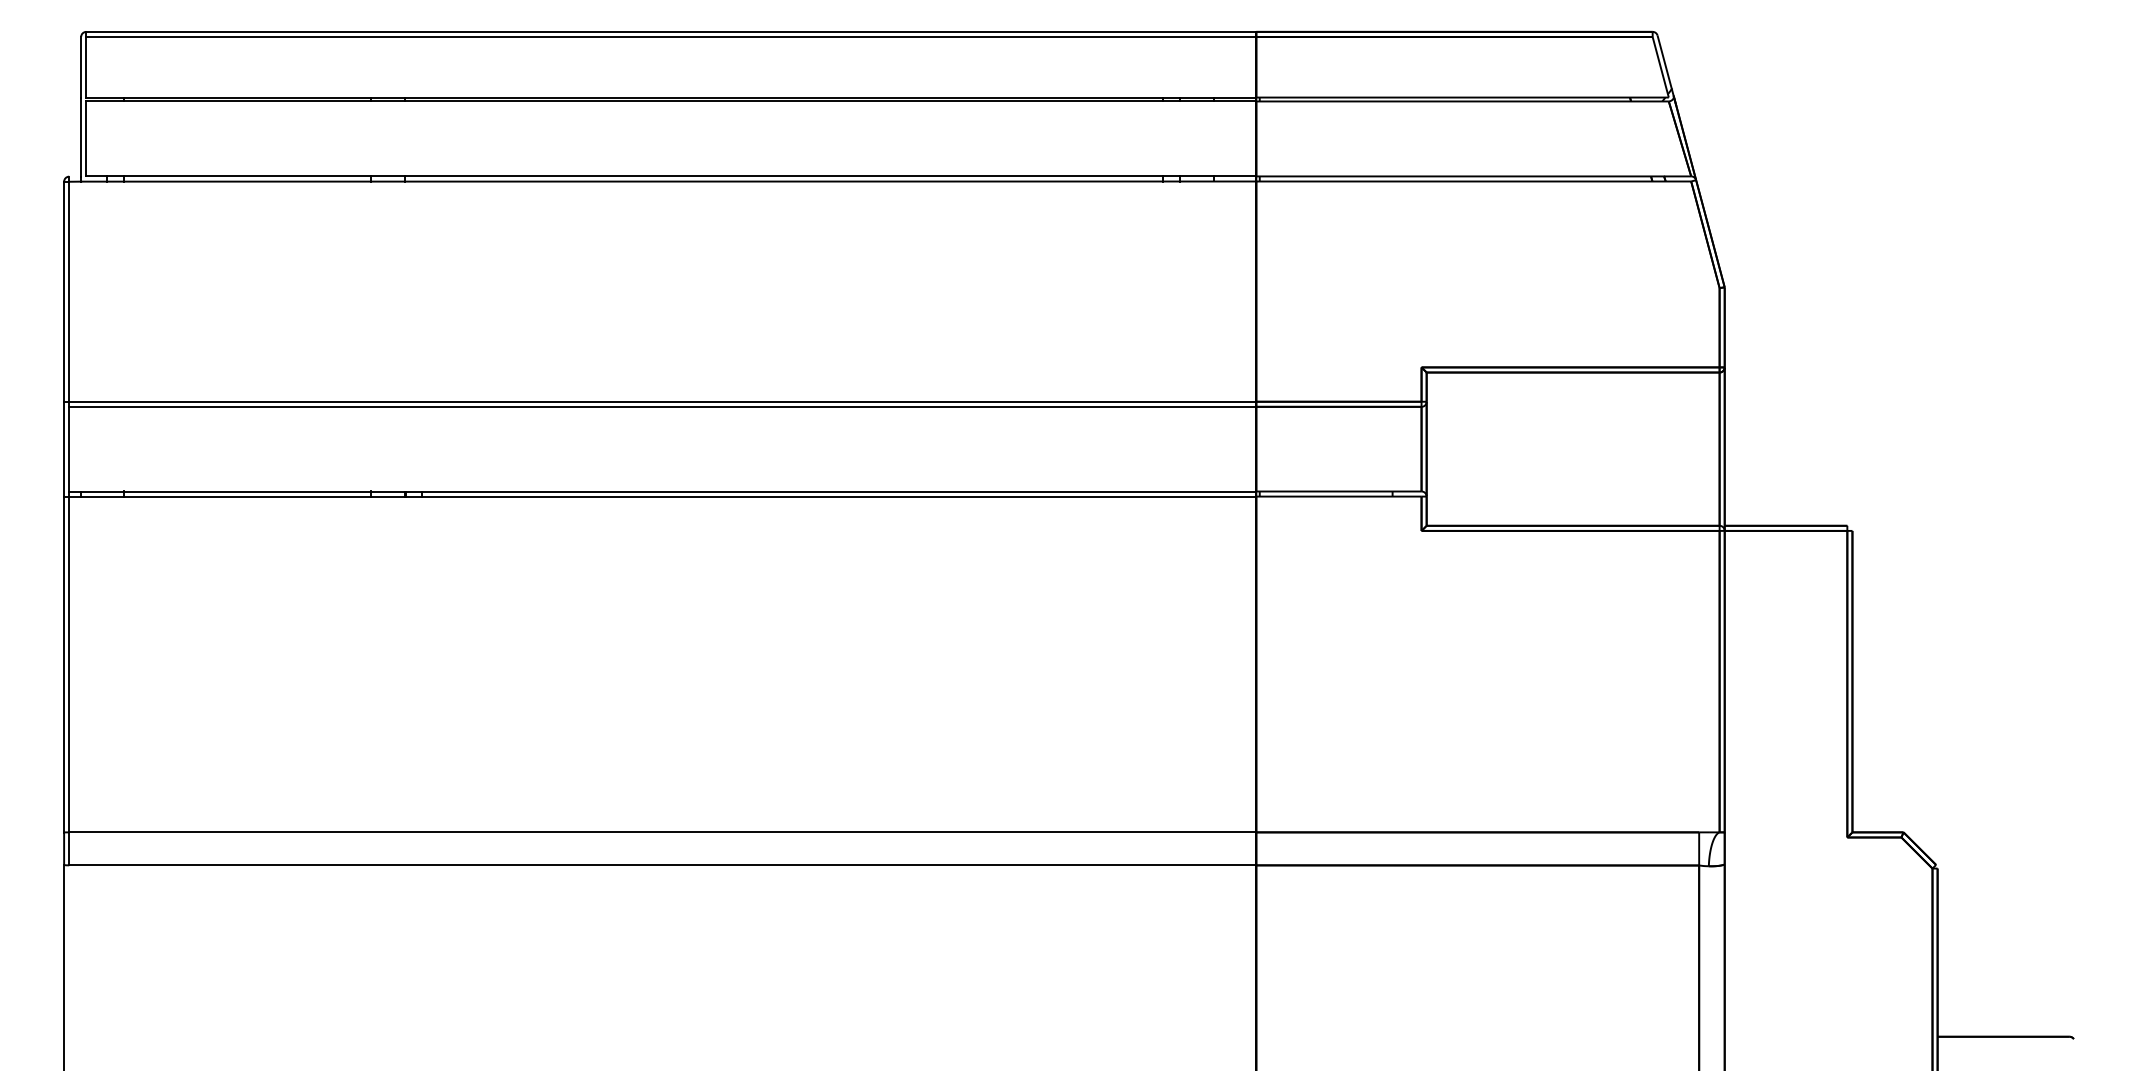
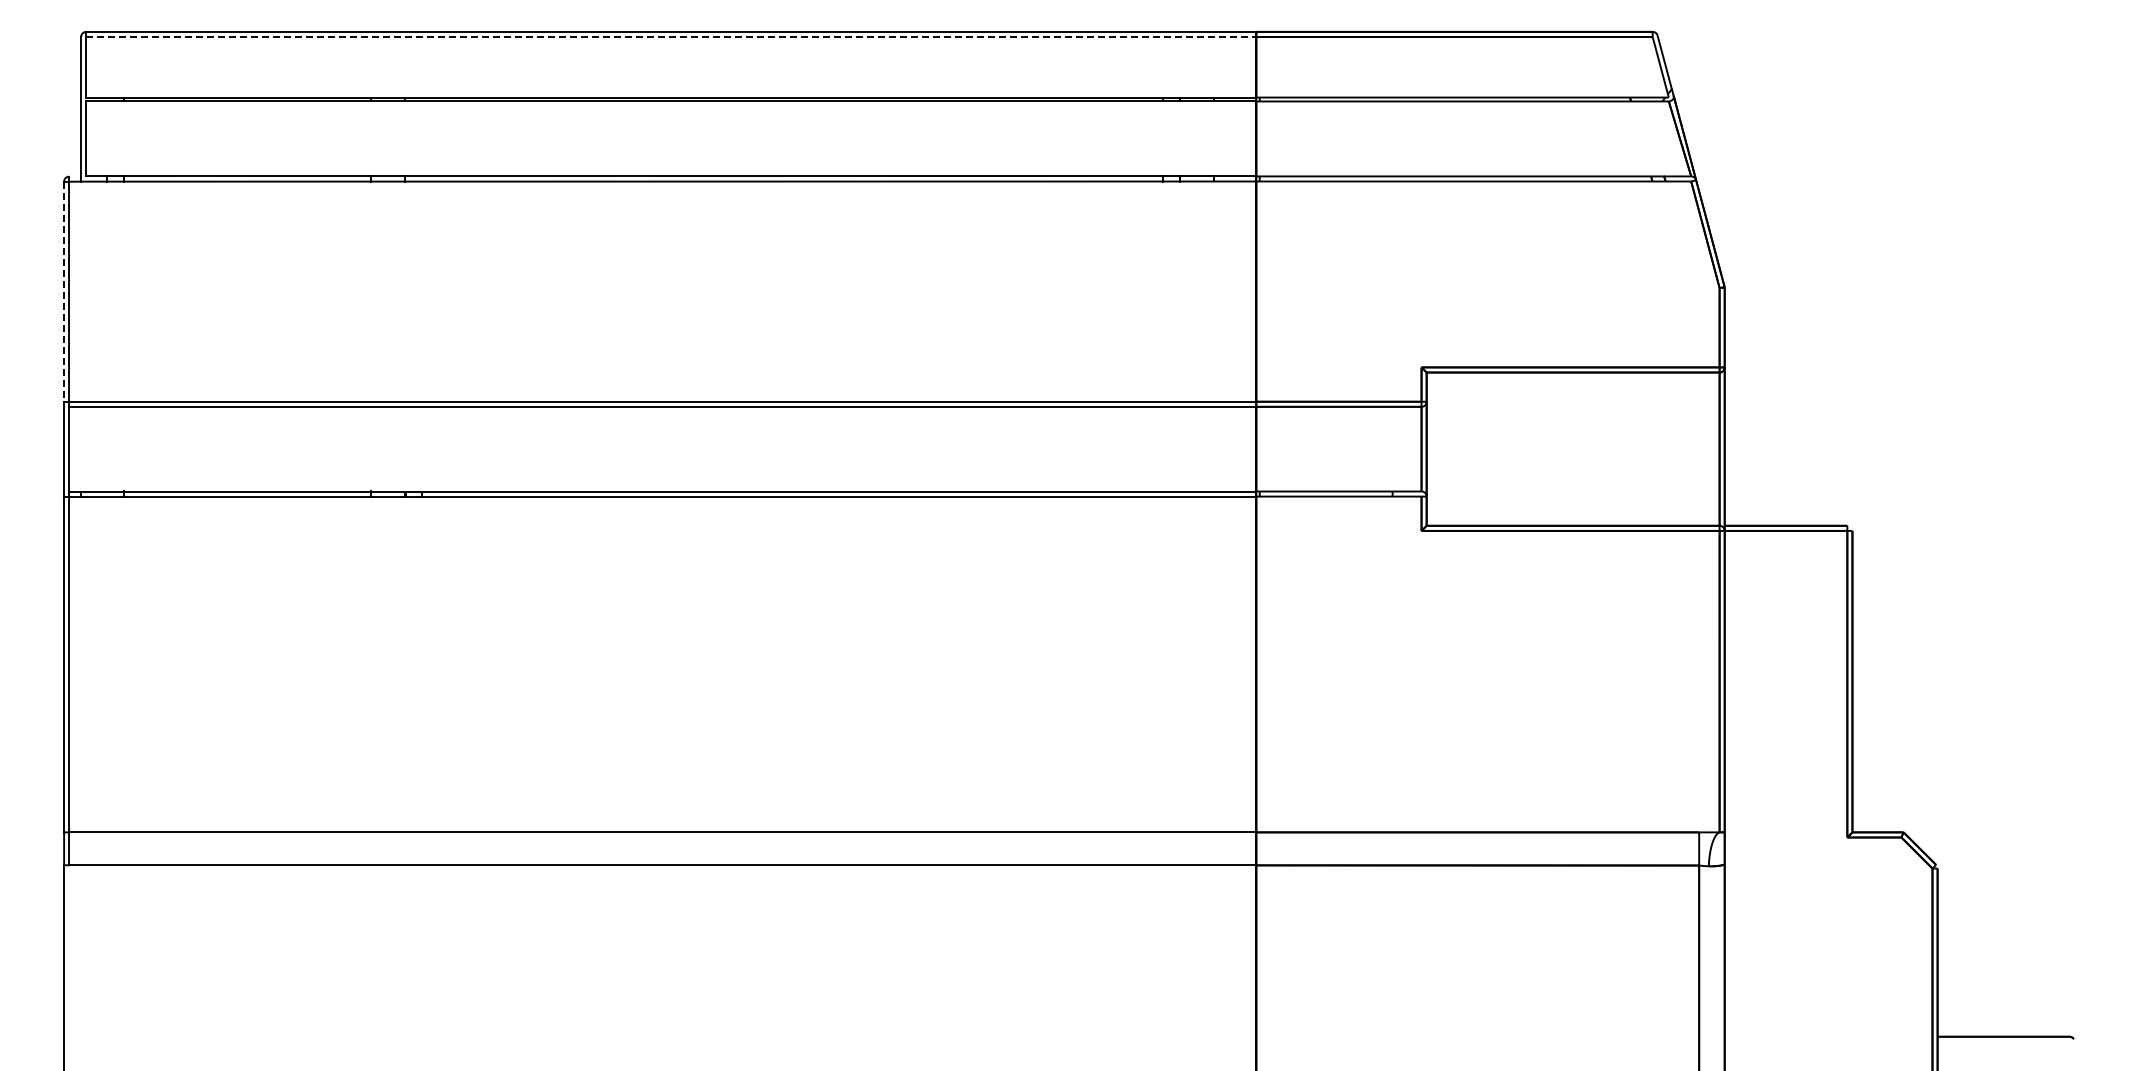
line at (671, 37): solid -> dashed
line at (64, 291): solid -> dashed
